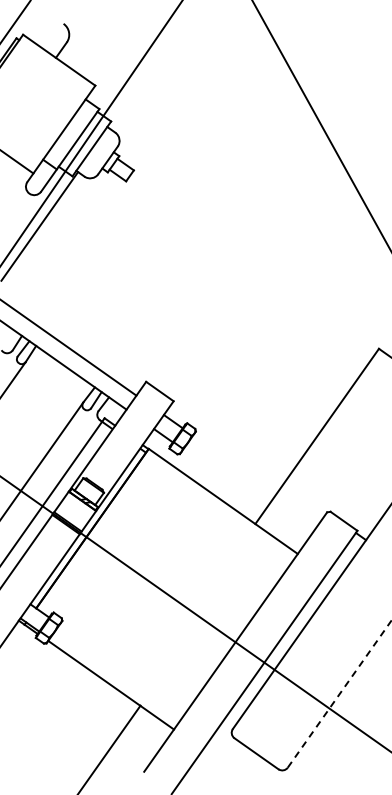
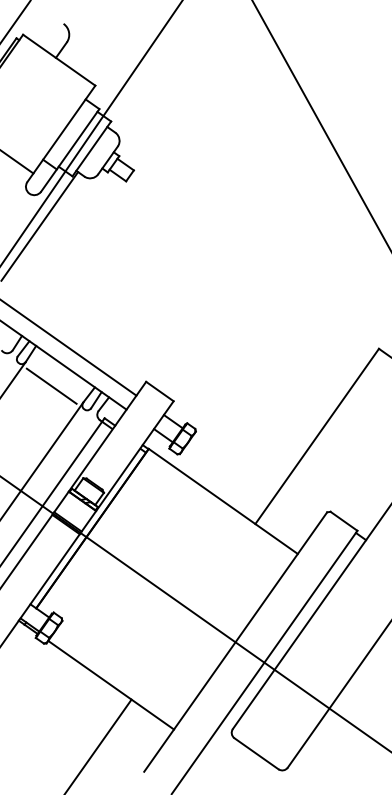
line at (51, 386): none -> present
line at (339, 694): dashed -> solid
line at (109, 748) position: (109, 748) -> (98, 745)
